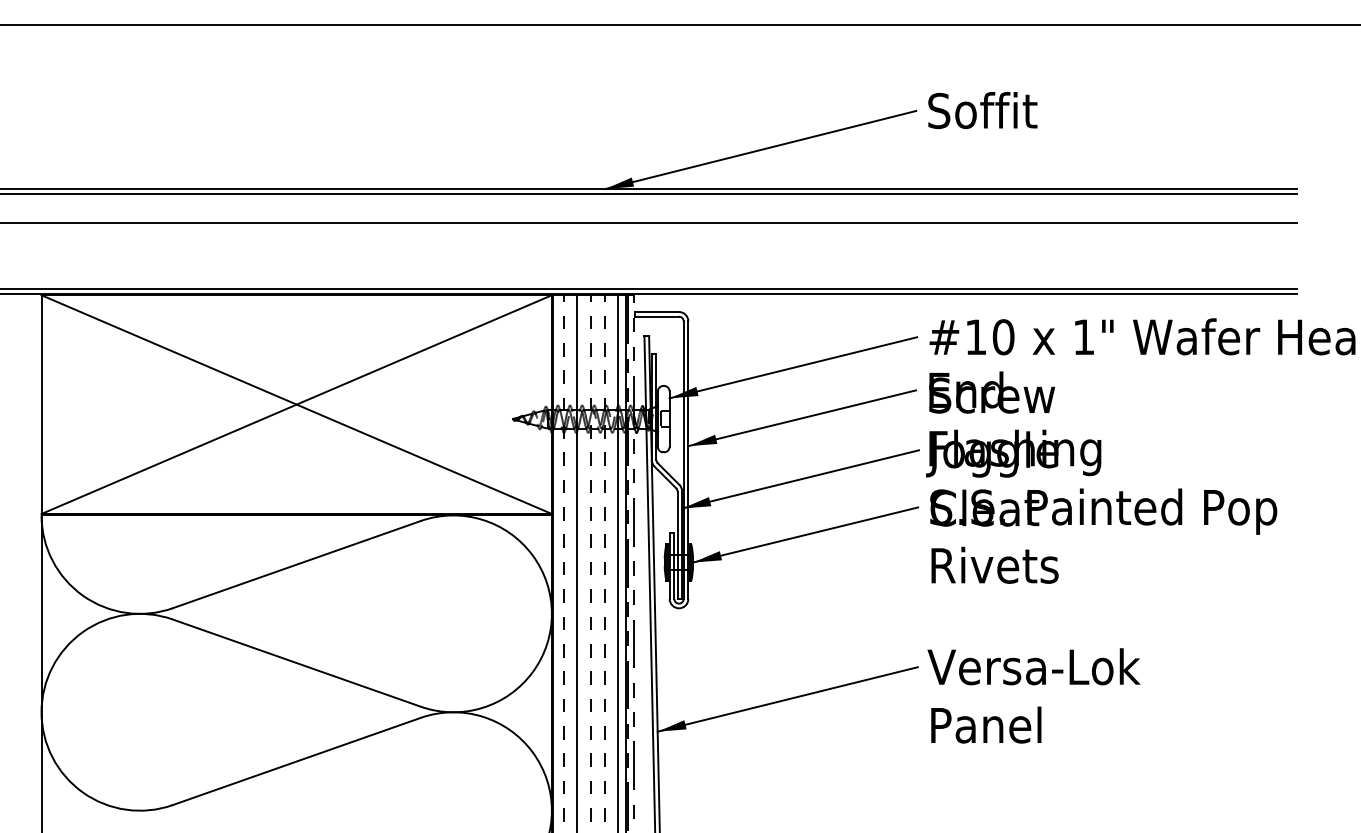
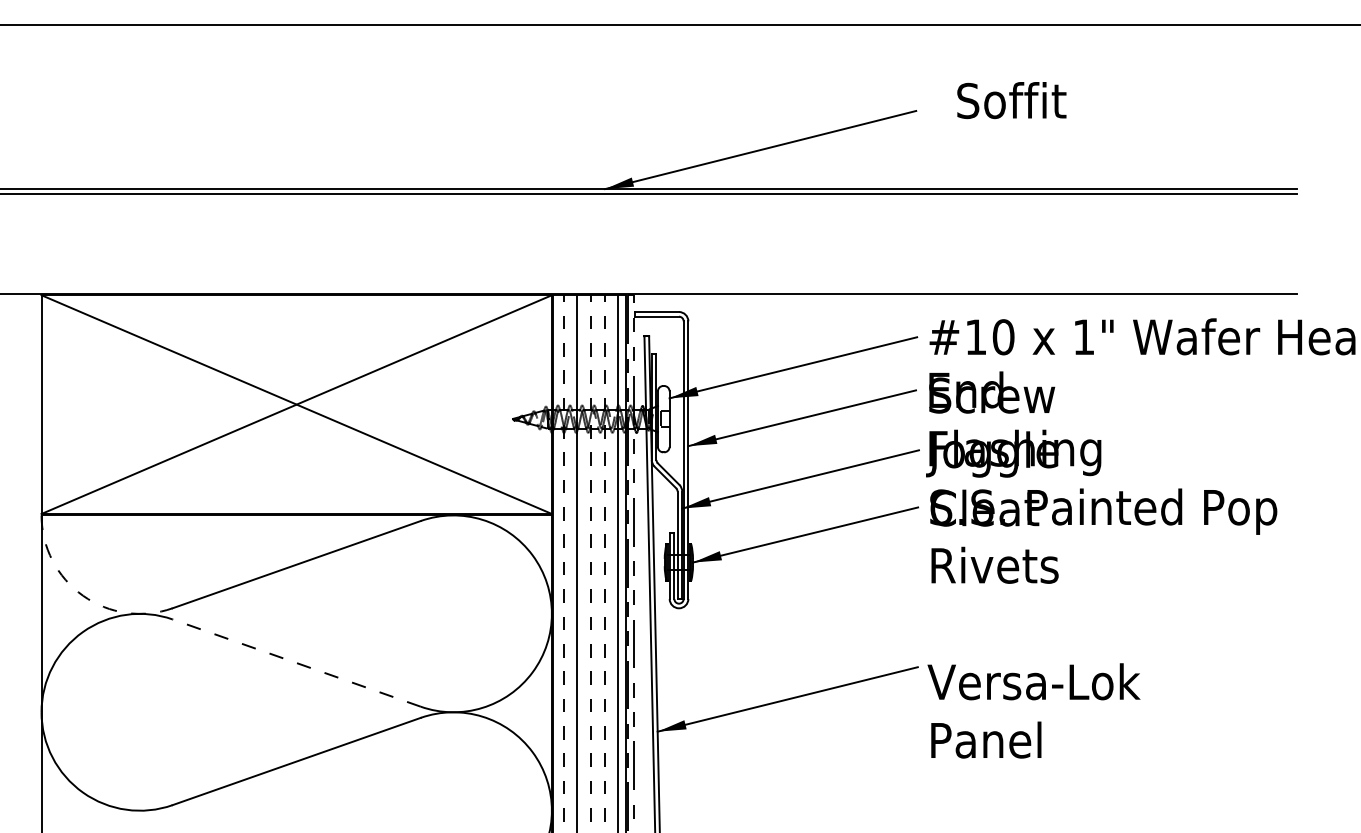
text at (982, 110) position: (982, 110) -> (1011, 100)
line at (649, 223): present -> none
line at (649, 289): present -> none
arc at (83, 595): solid -> dashed
line at (296, 663): solid -> dashed
text at (1033, 695) position: (1033, 695) -> (1033, 710)
